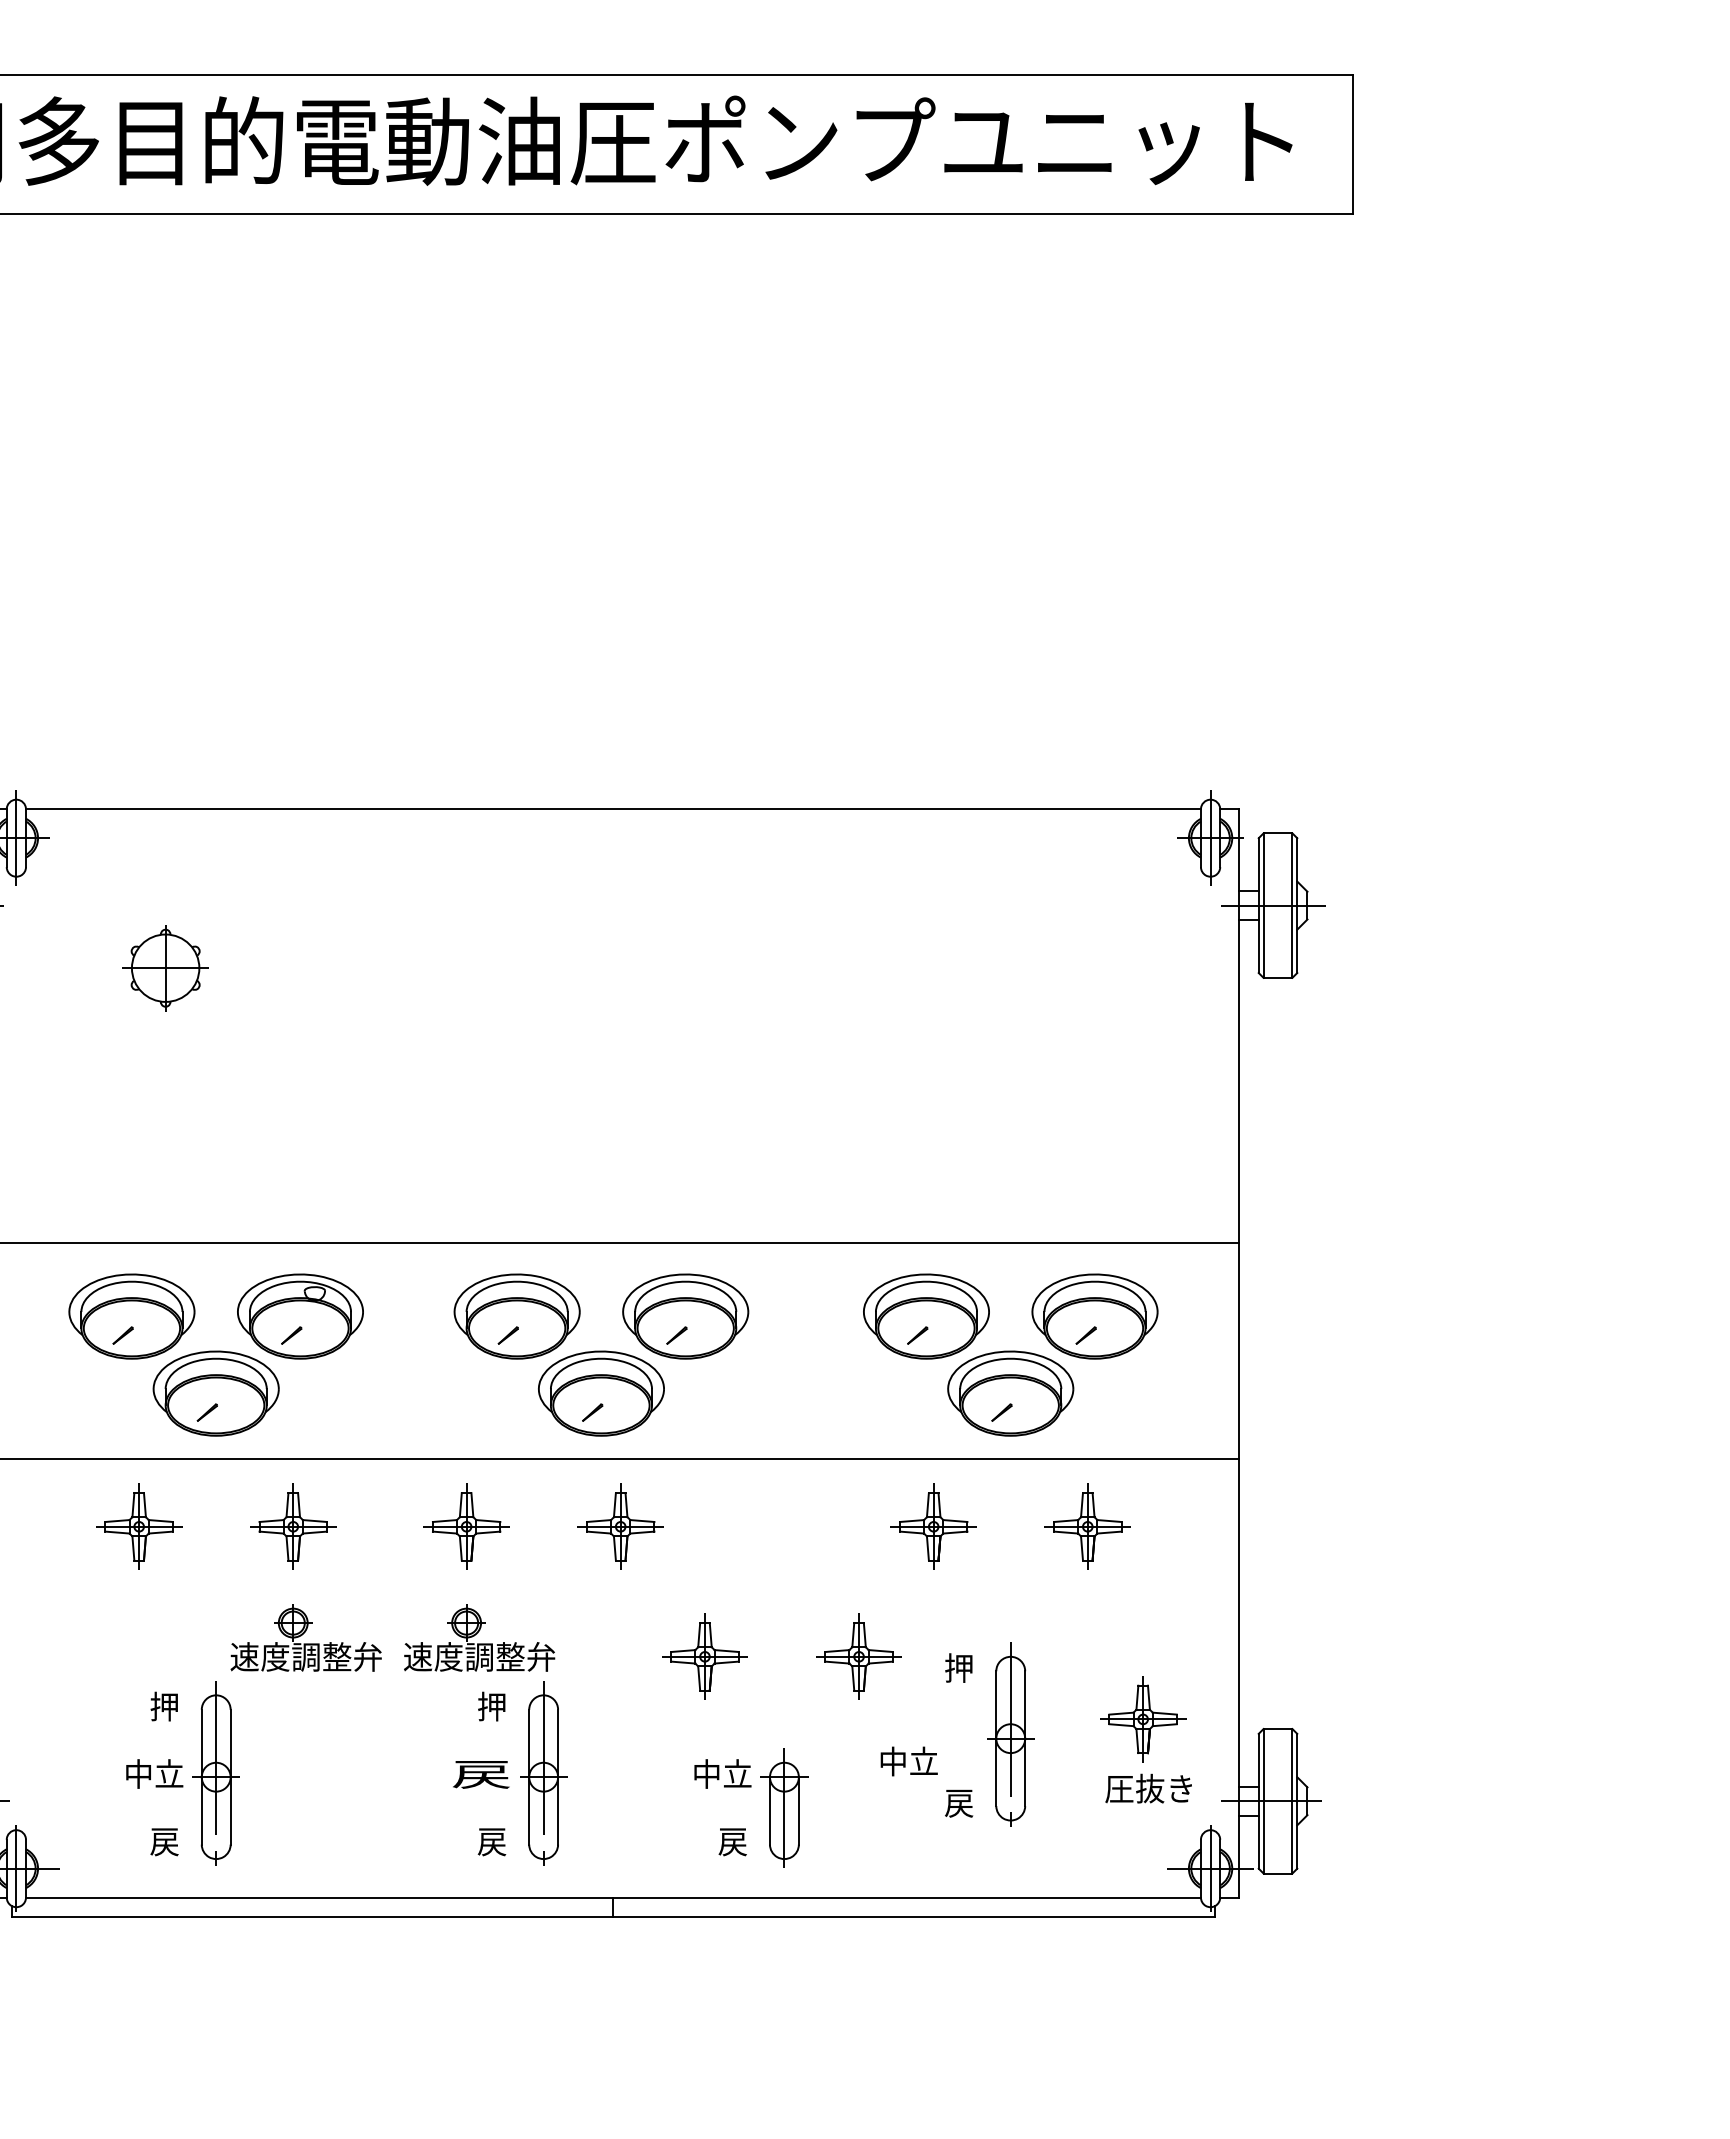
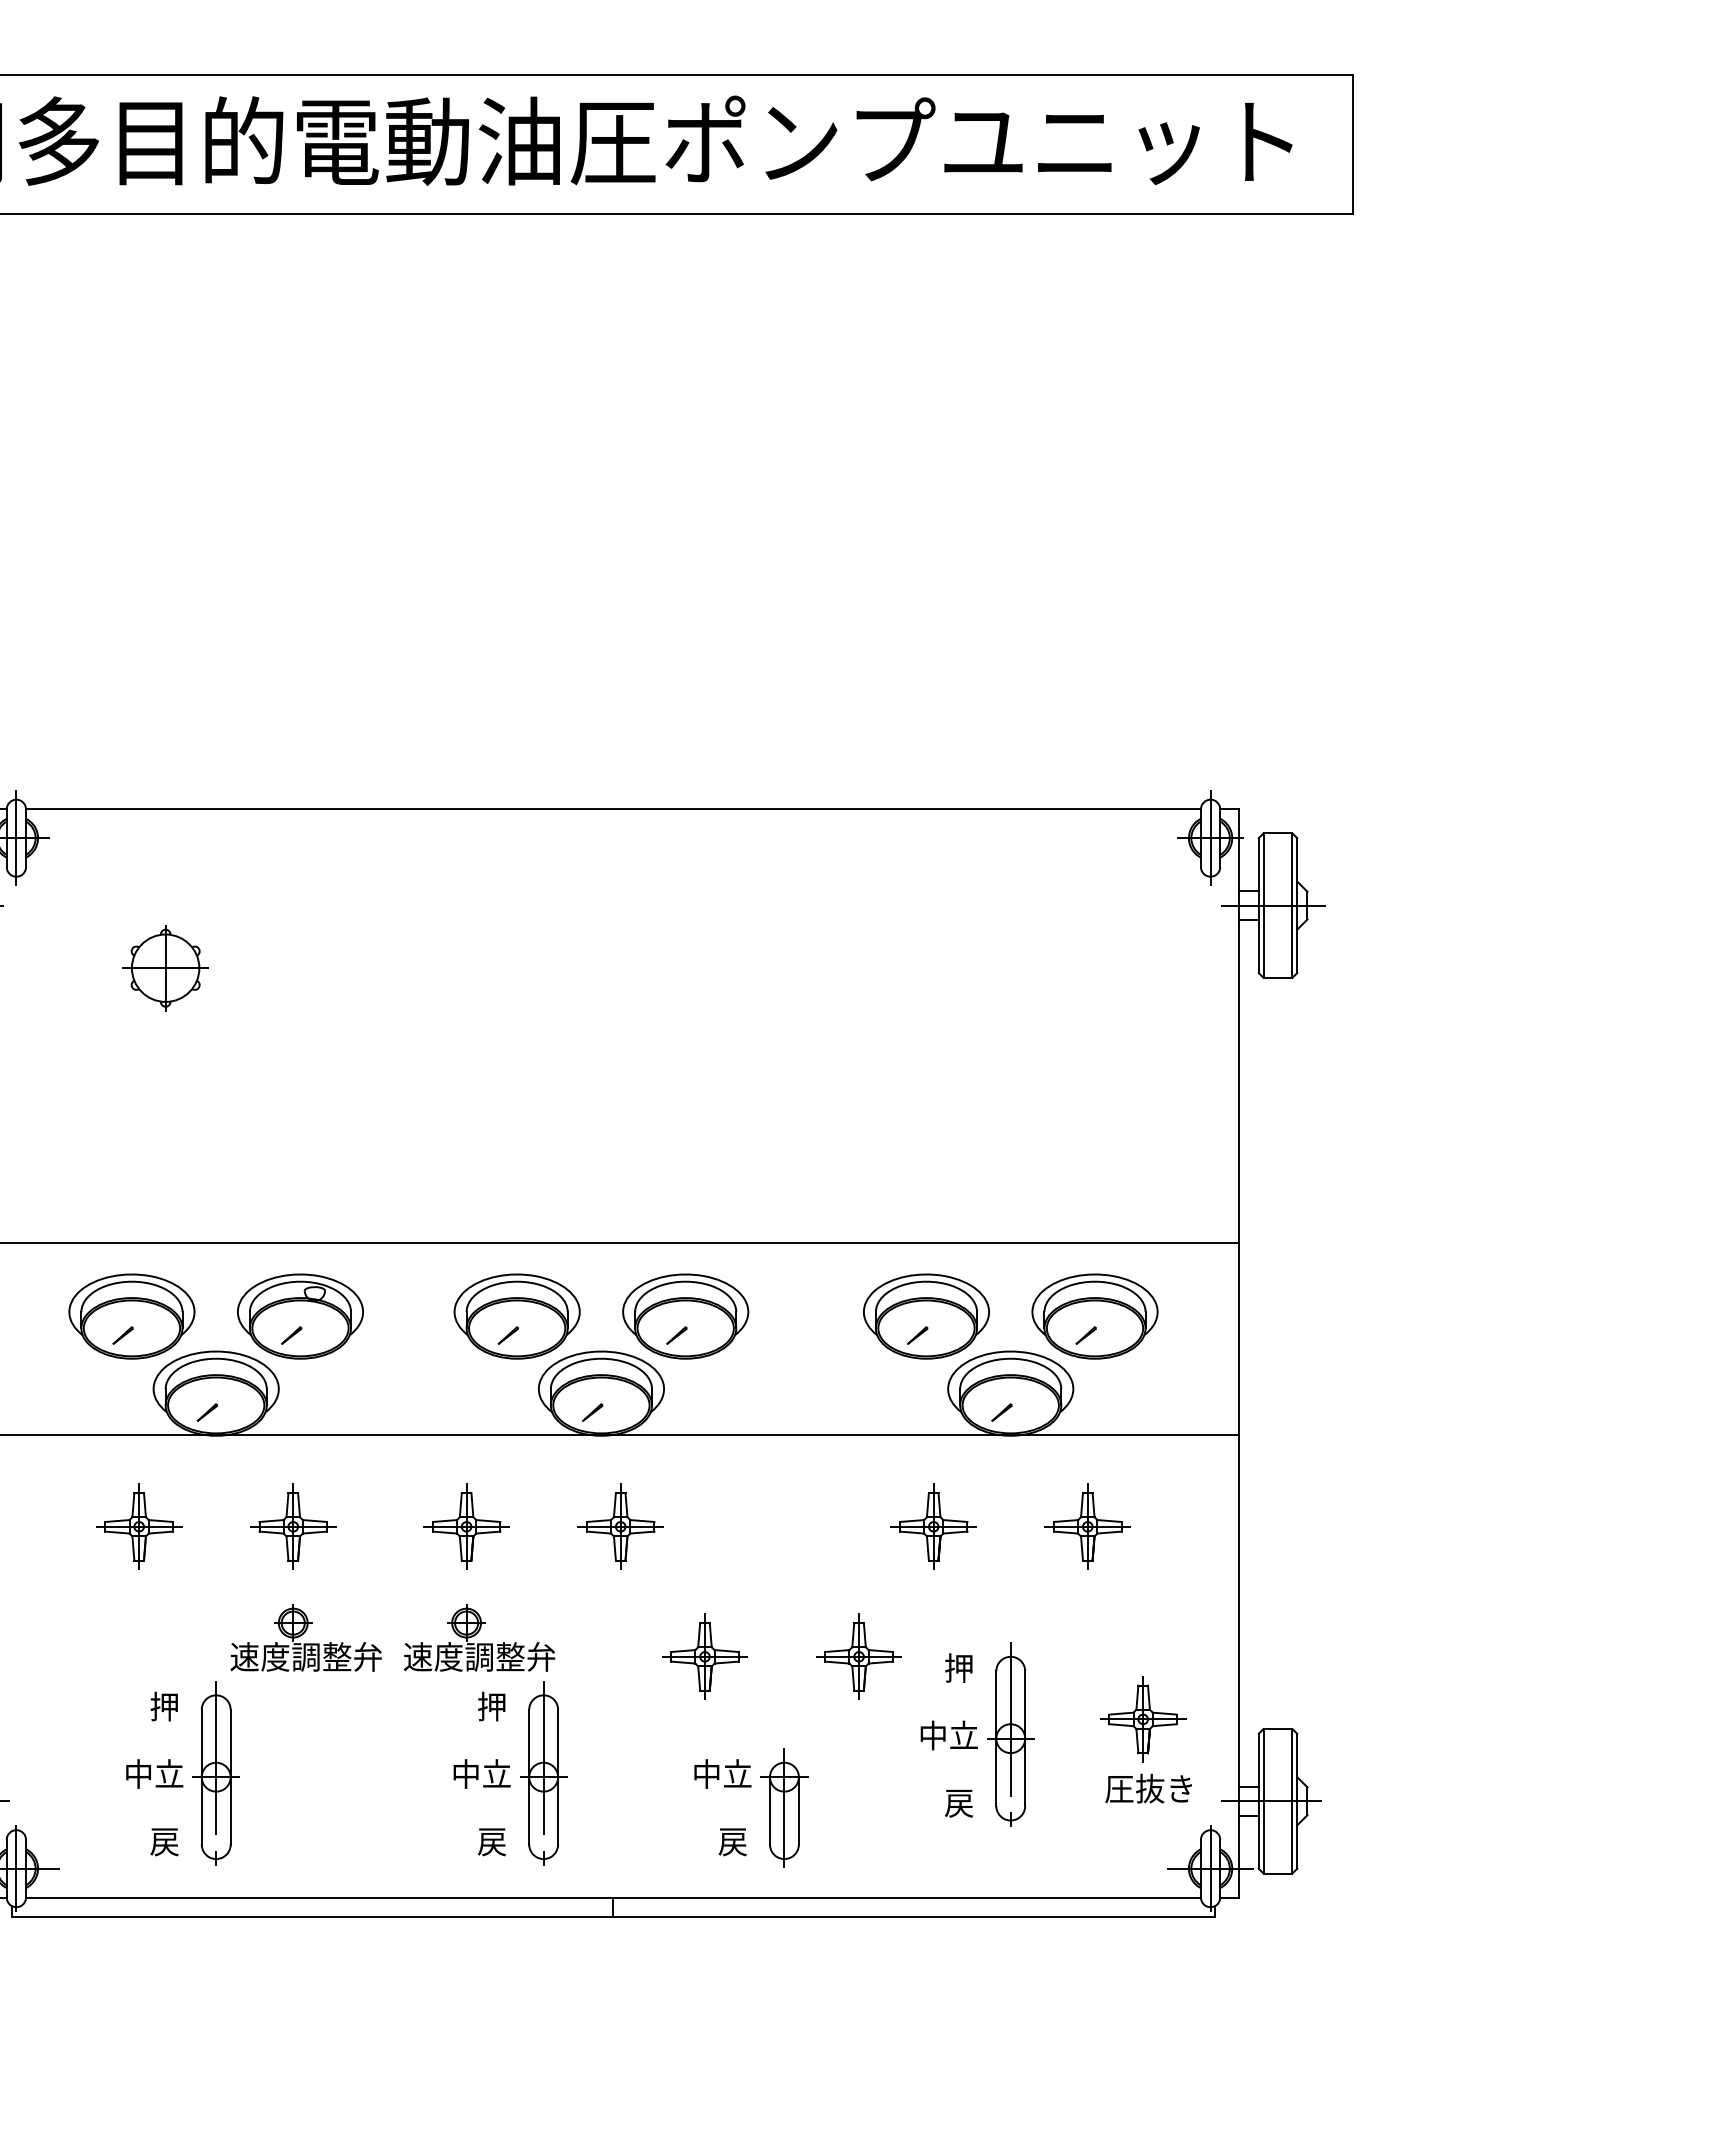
line at (620, 1459) position: (620, 1459) -> (620, 1435)
text at (908, 1761) position: (908, 1761) -> (948, 1735)
text at (481, 1773): 戻 -> 中立
